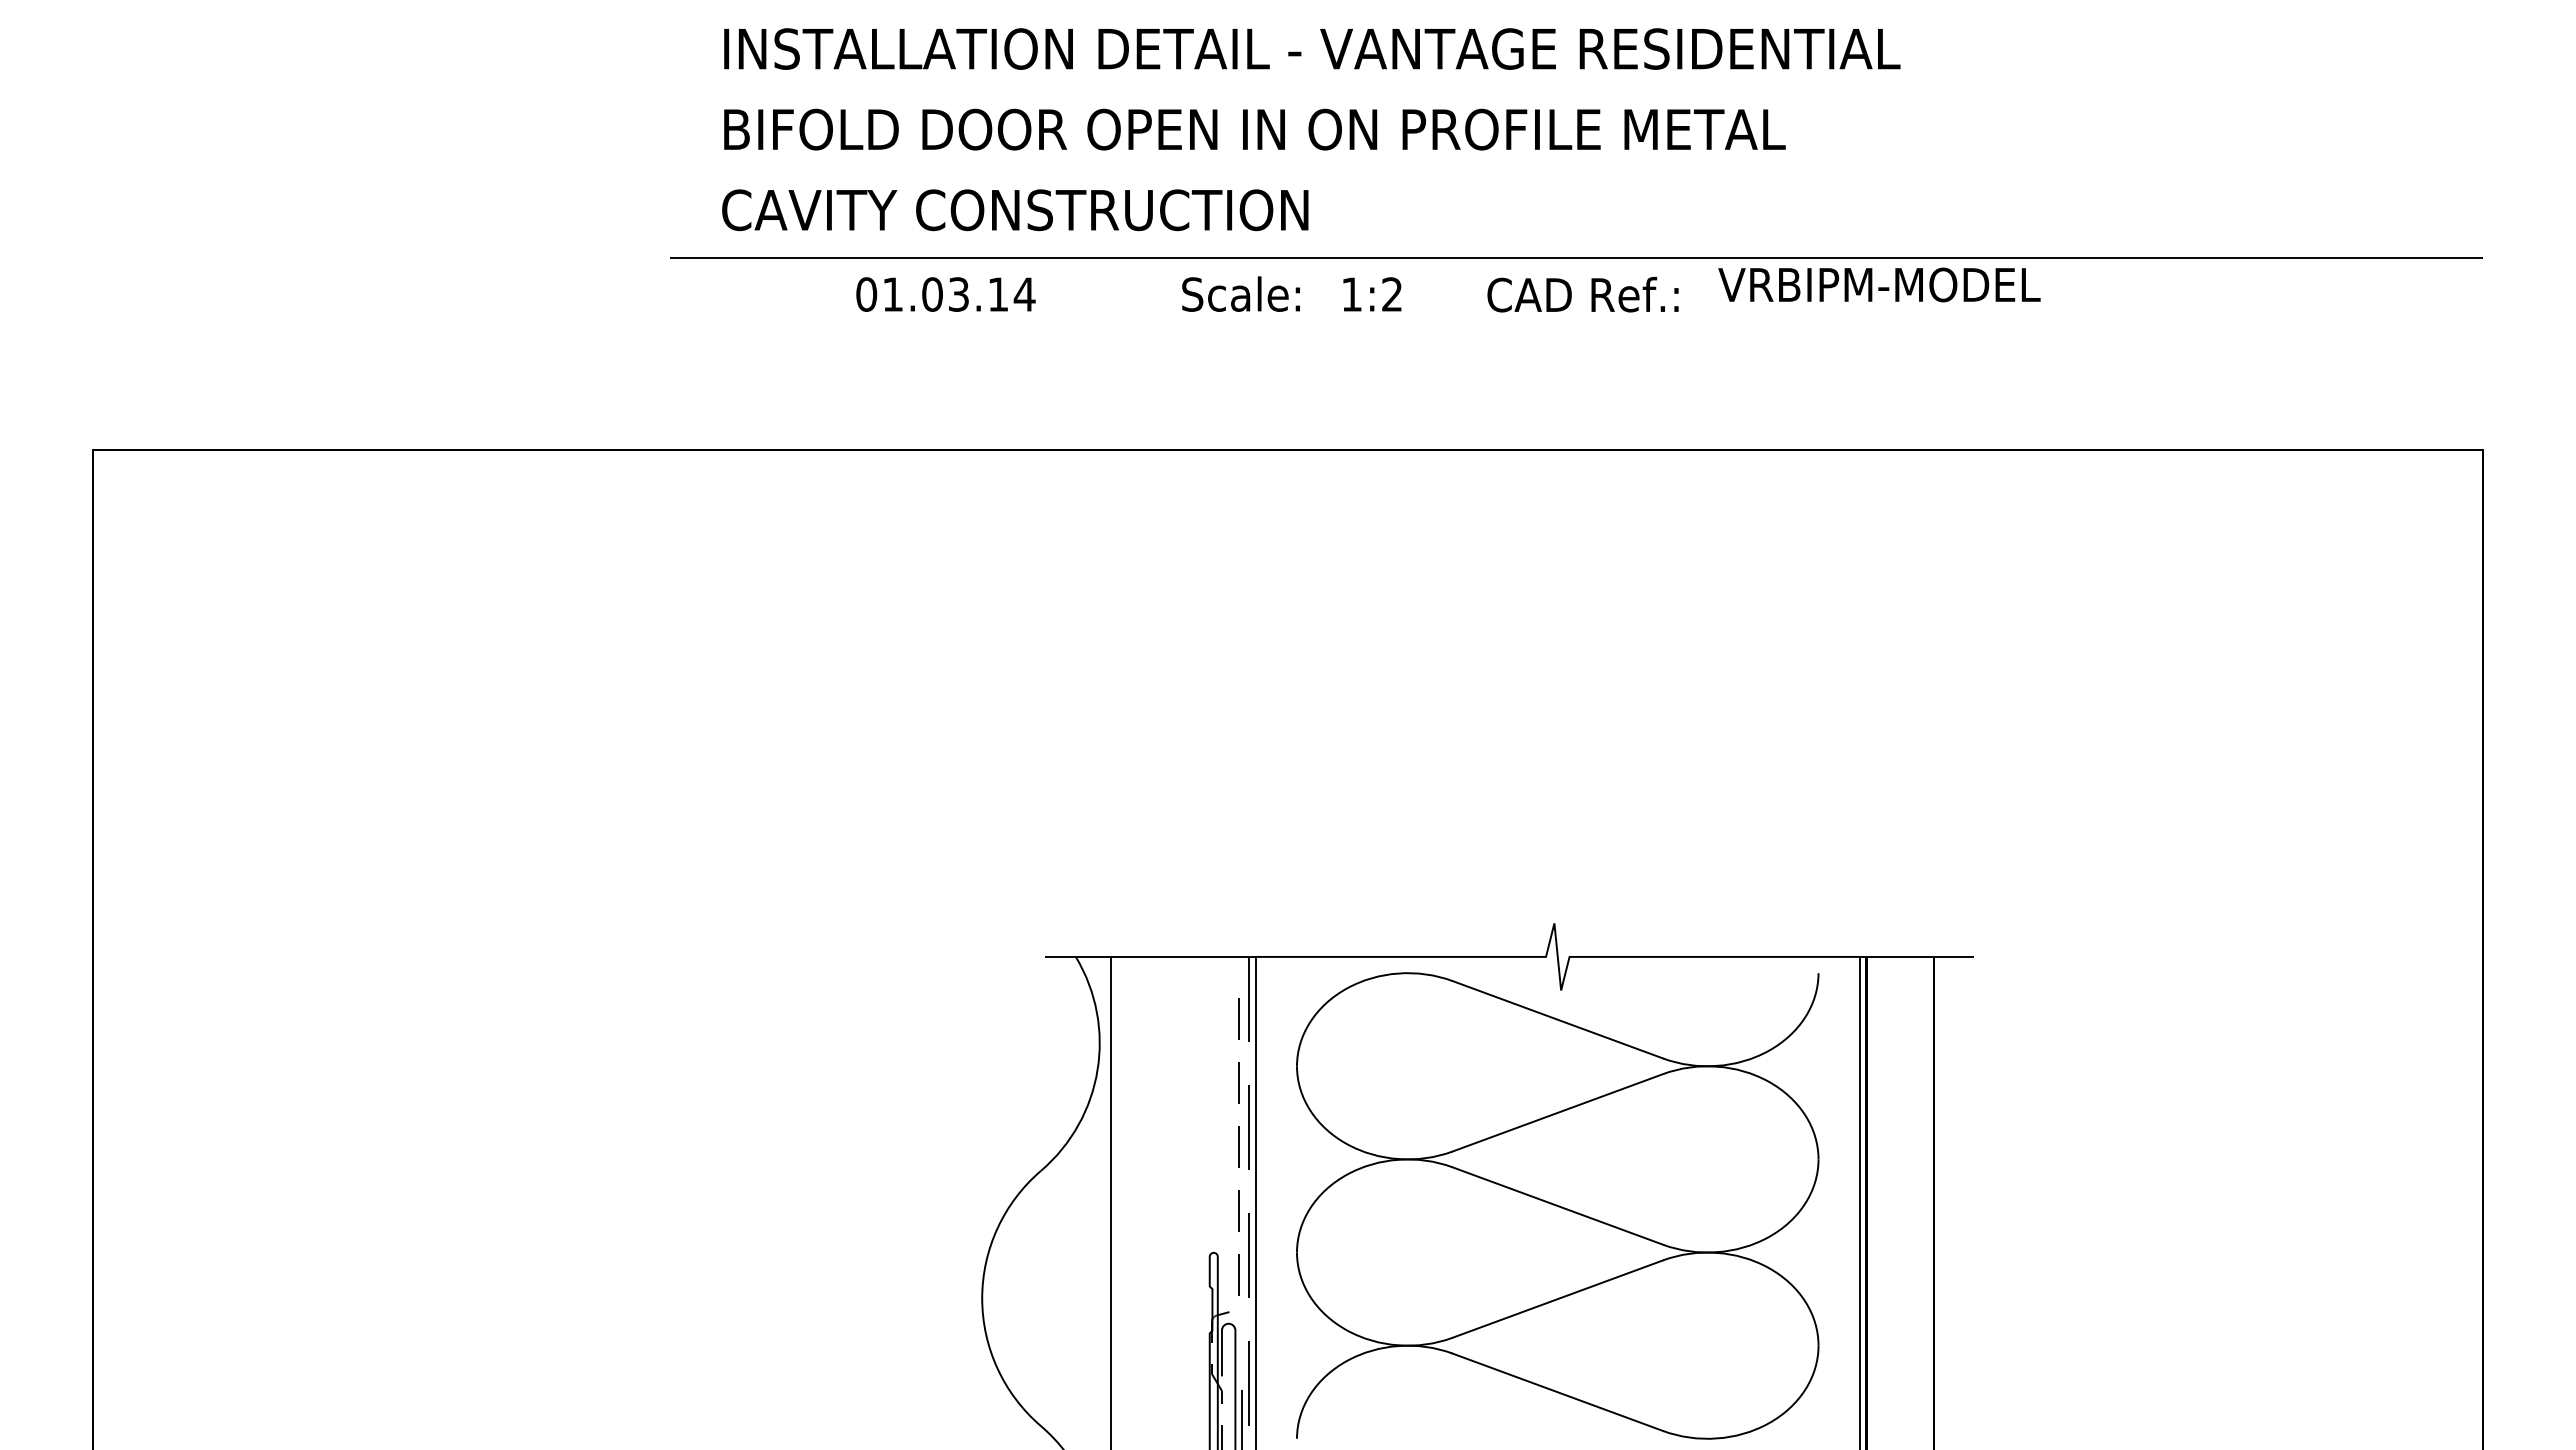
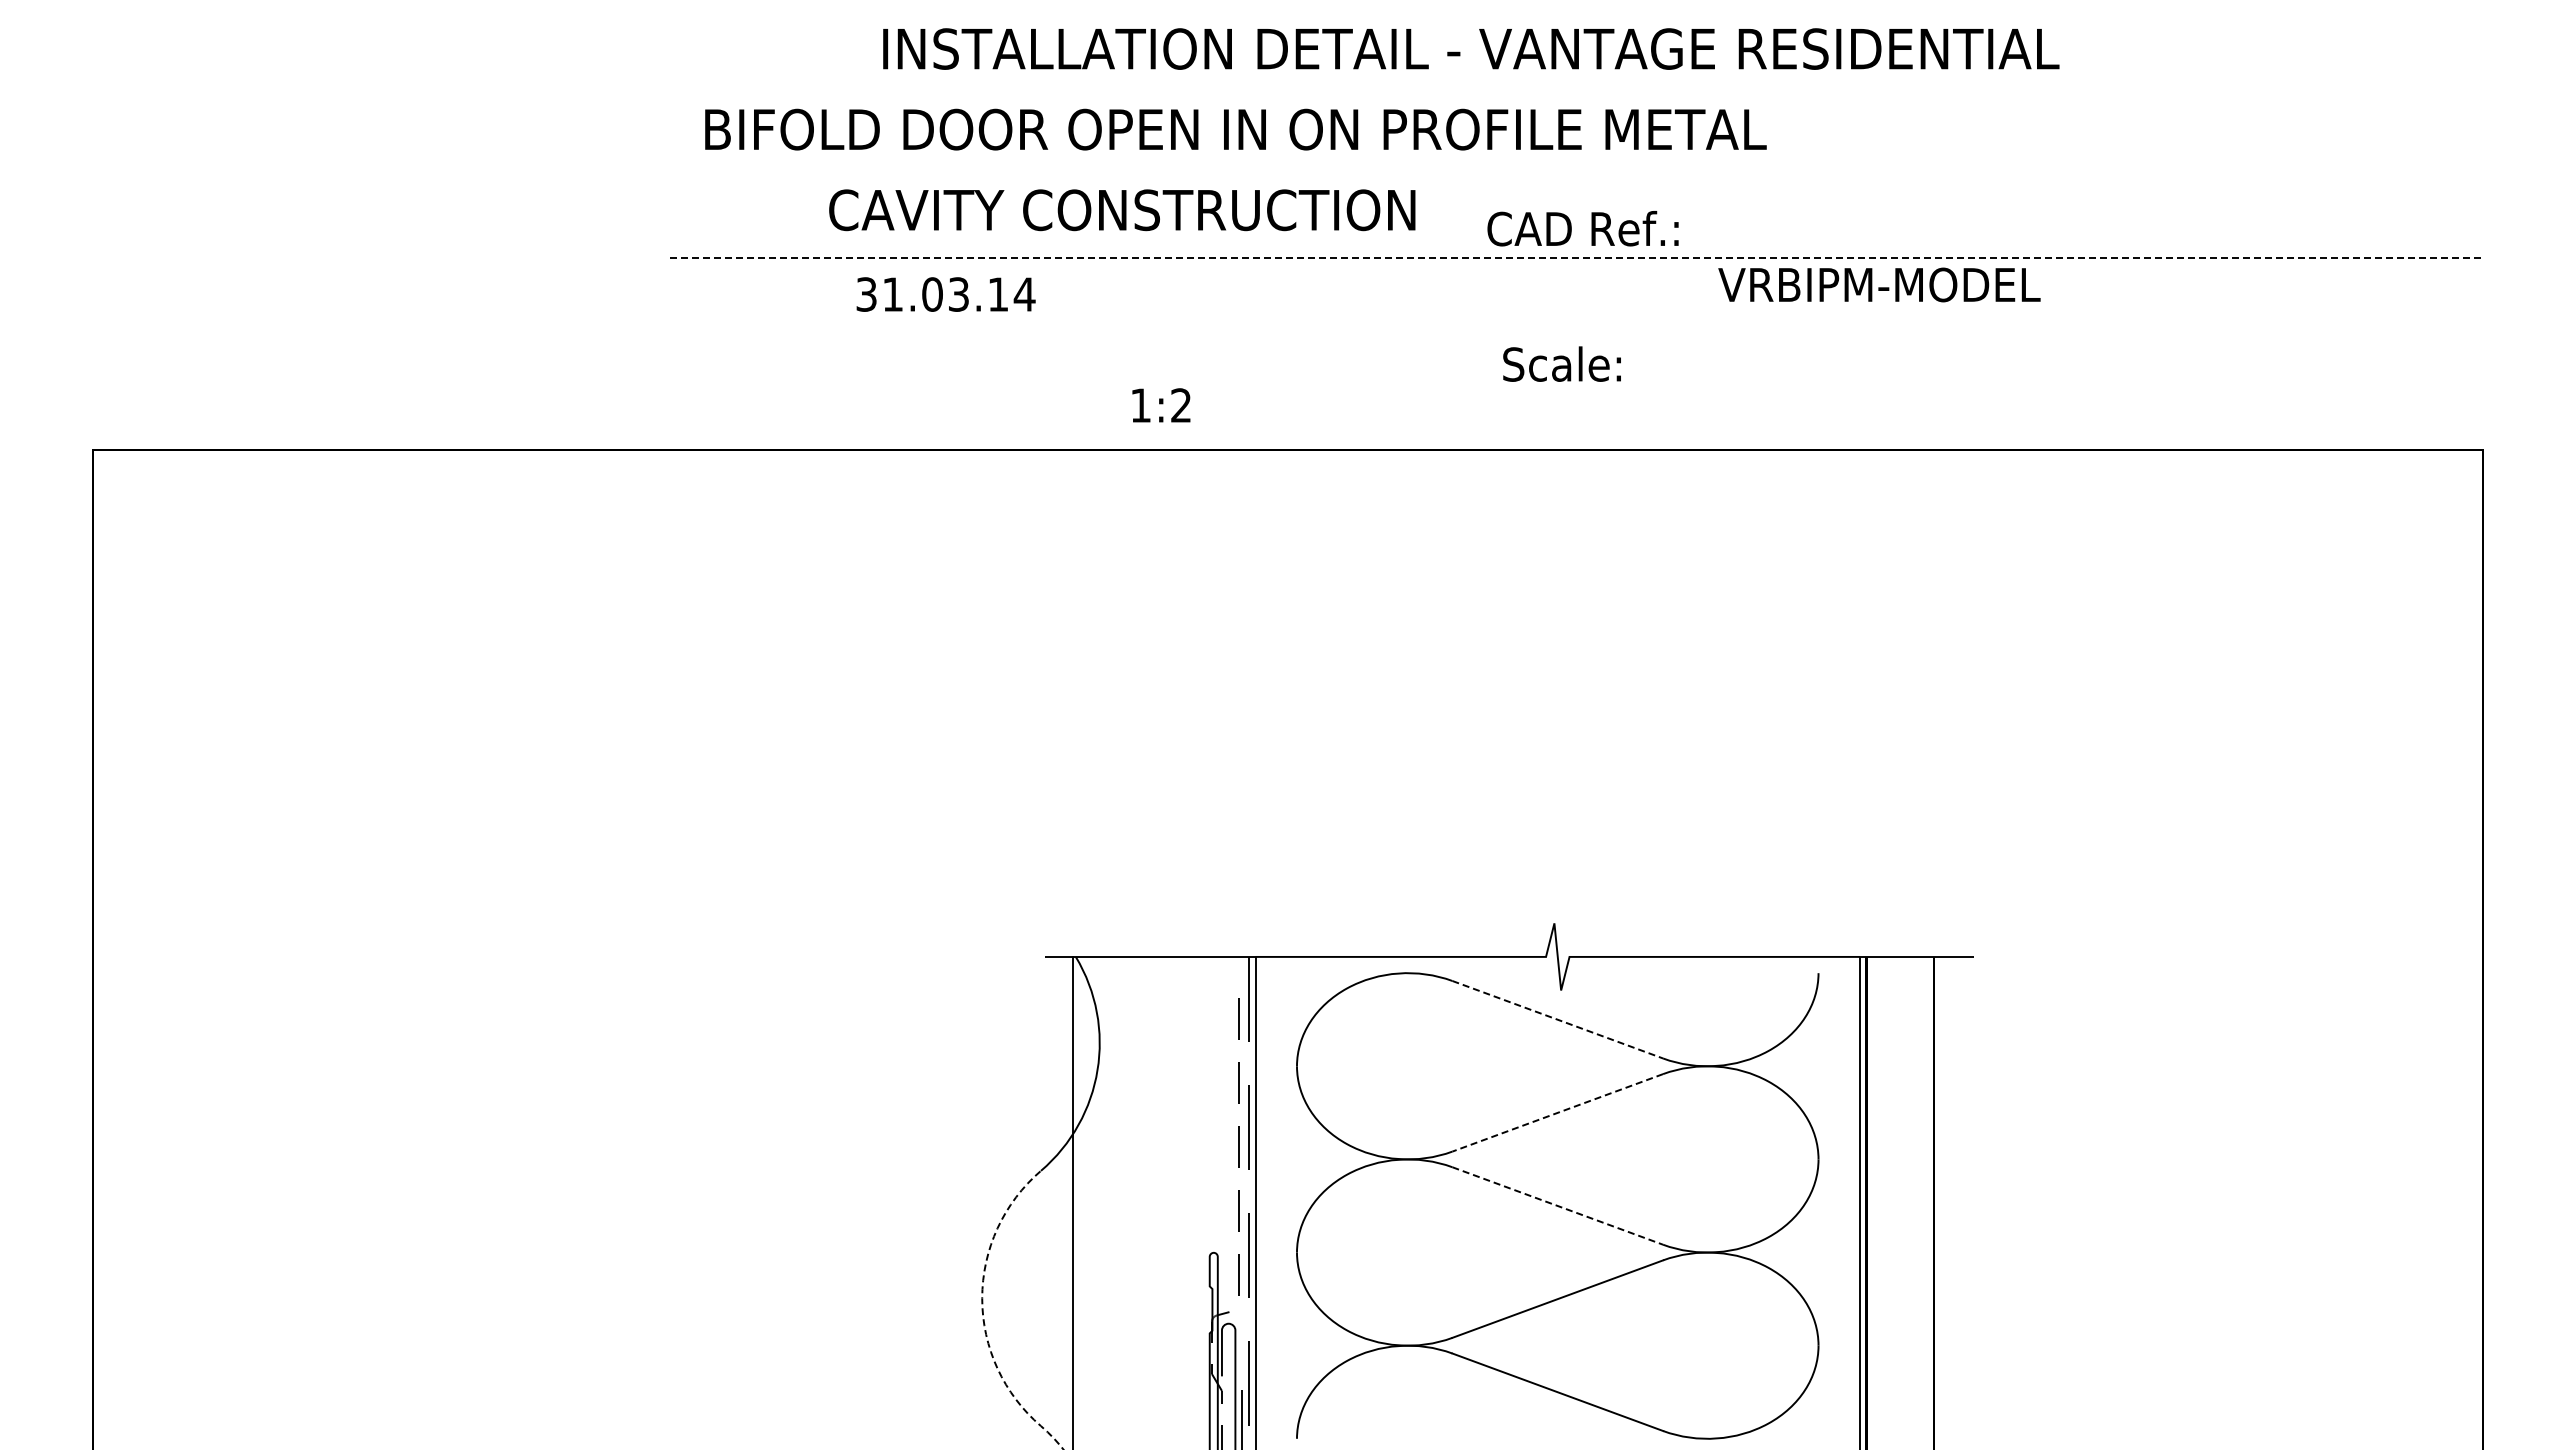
text at (1312, 48) position: (1312, 48) -> (1471, 48)
text at (1254, 129) position: (1254, 129) -> (1235, 129)
text at (1015, 210) position: (1015, 210) -> (1122, 210)
line at (1576, 257): solid -> dashed
text at (1240, 293) position: (1240, 293) -> (1561, 363)
text at (866, 294): 01.03.14 -> 31.03.14
text at (1372, 294) position: (1372, 294) -> (1161, 405)
text at (1582, 294) position: (1582, 294) -> (1582, 228)
line at (1558, 1019): solid -> dashed
line at (1557, 1113): solid -> dashed
line at (1111, 1201) position: (1111, 1201) -> (1073, 1201)
line at (1558, 1206): solid -> dashed
line at (983, 1314): solid -> dashed
